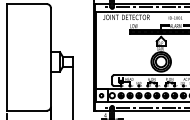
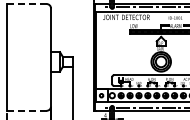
line at (26, 4): solid -> dashed
line at (27, 110): solid -> dashed
